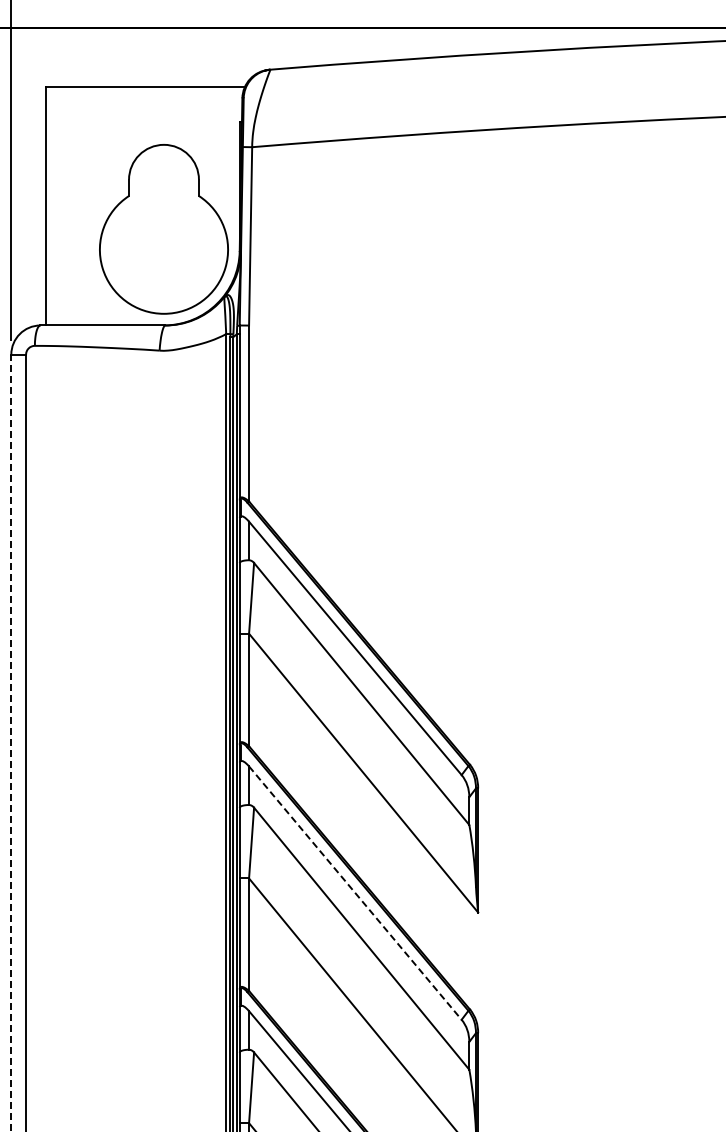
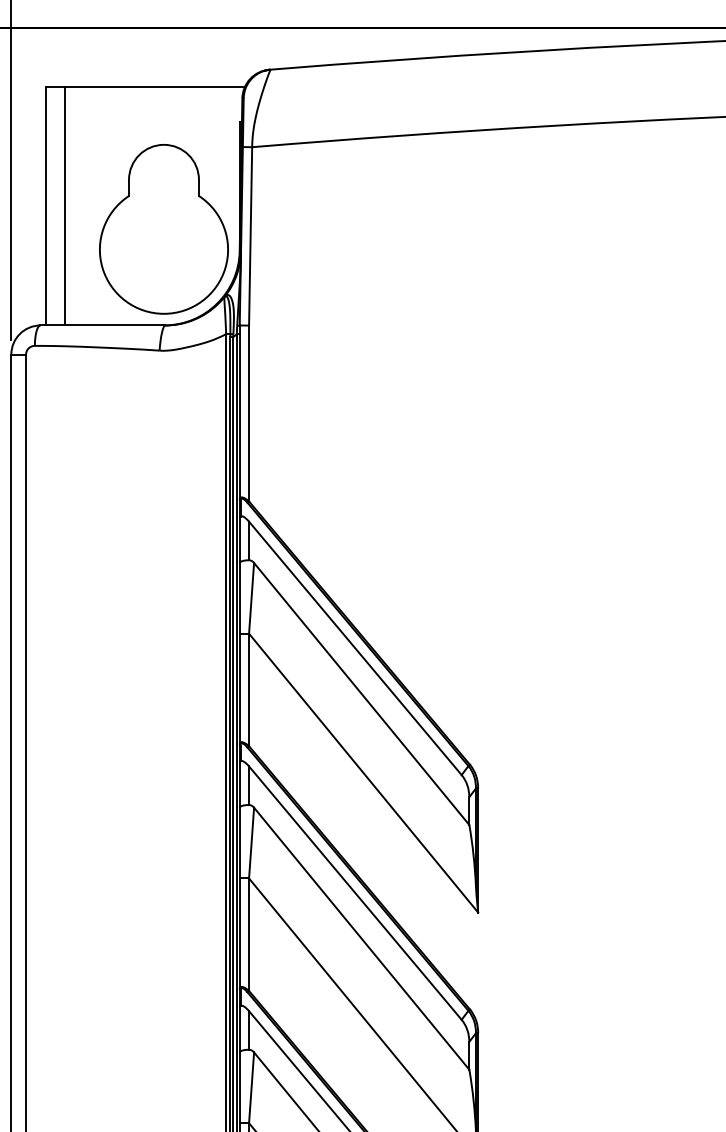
line at (64, 205): none -> present
line at (11, 742): dashed -> solid
line at (355, 893): dashed -> solid
